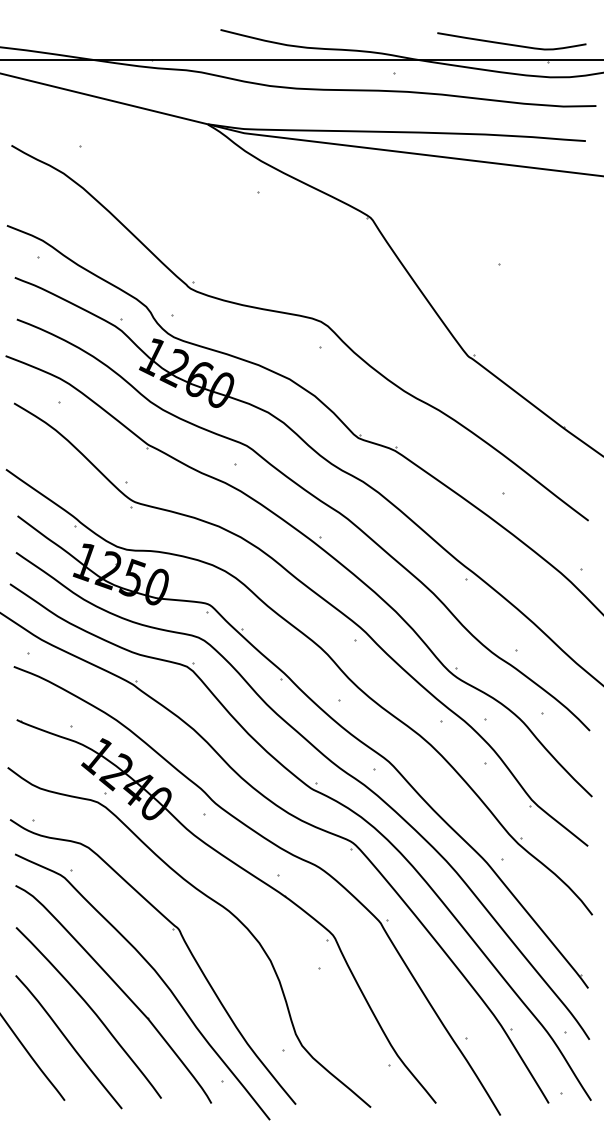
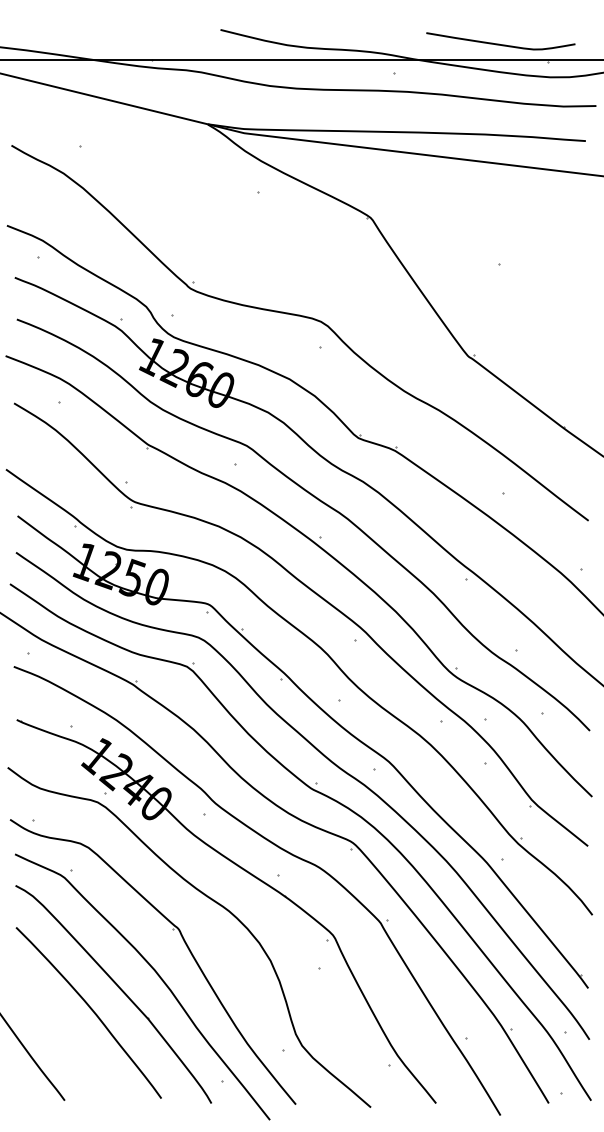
curve at (510, 43) position: (510, 43) -> (499, 43)
curve at (68, 1042): present -> none
